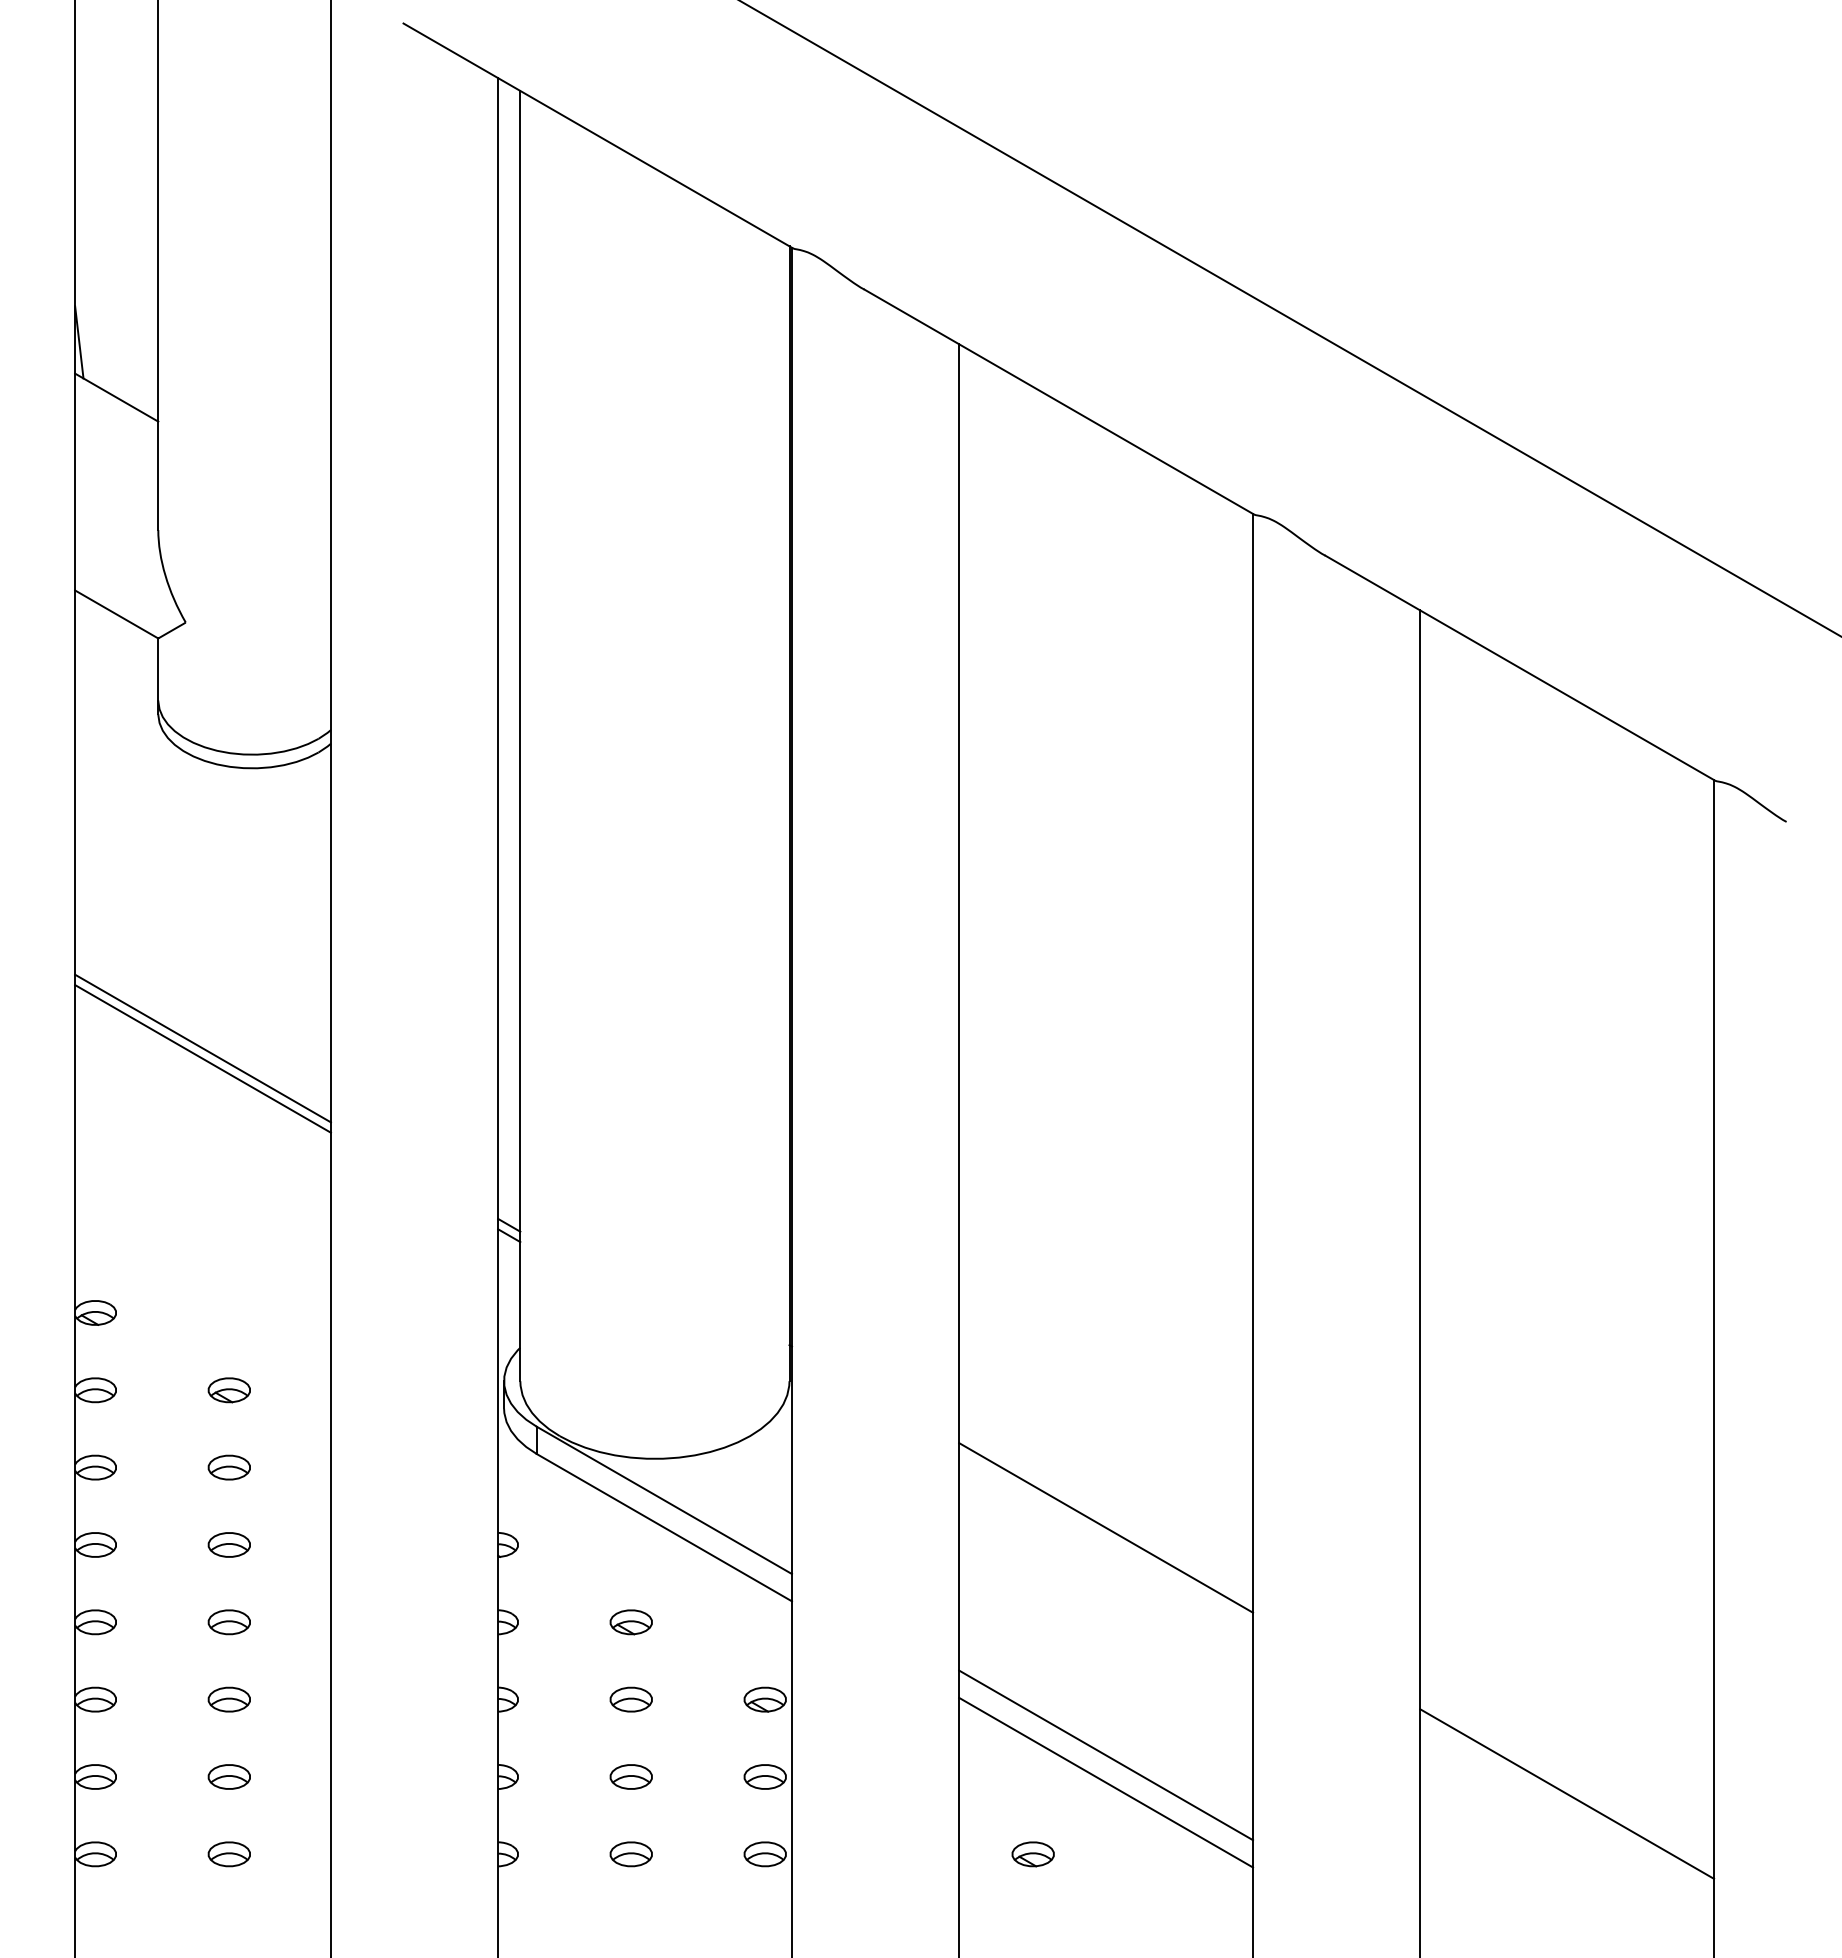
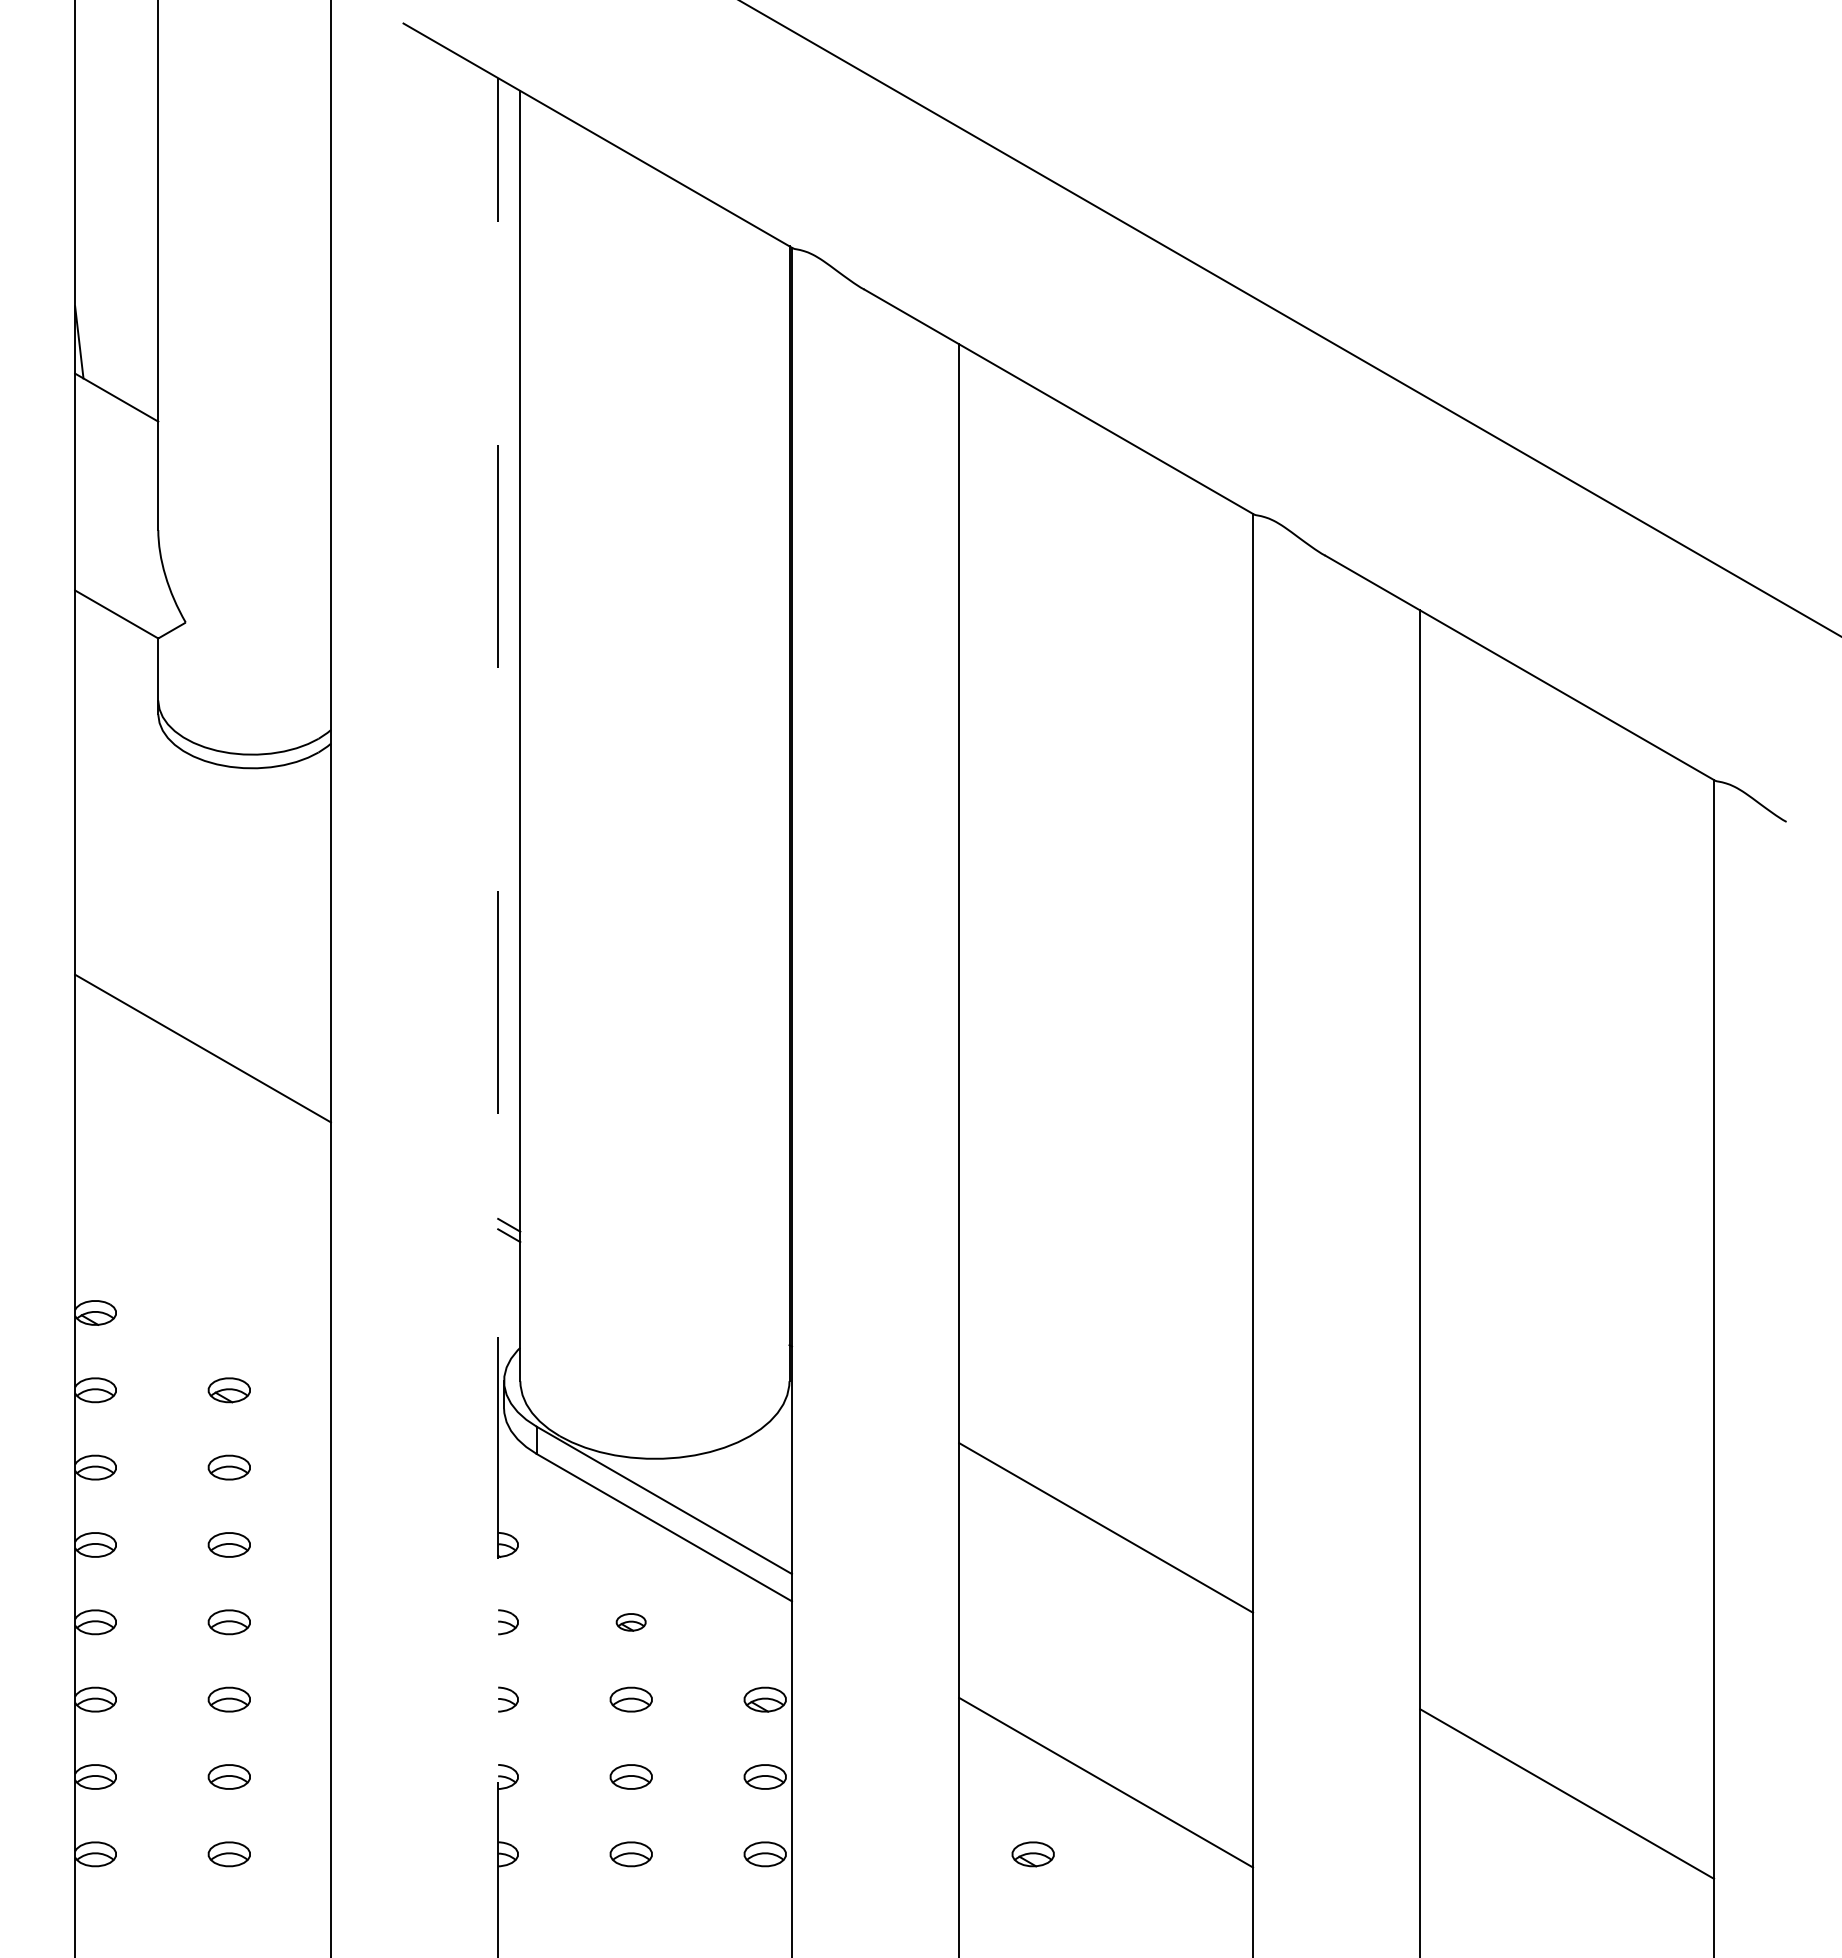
line at (498, 1018): solid -> dashed
line at (202, 1058): present -> none
part at (630, 1622) size: 44x27 px -> 32x19 px
line at (1106, 1755): present -> none
